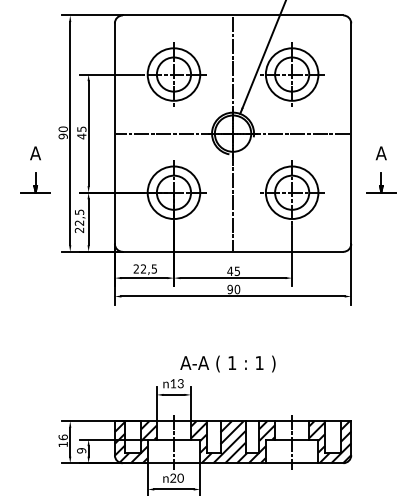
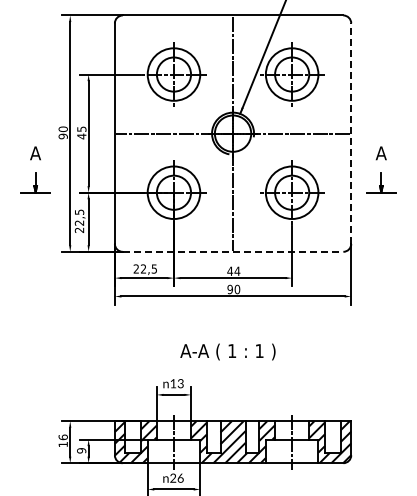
line at (351, 133): solid -> dashed
line at (233, 251): solid -> dashed
text at (237, 270): 45 -> 44
text at (227, 363) position: (227, 363) -> (227, 351)
text at (180, 477): 20 -> 26
